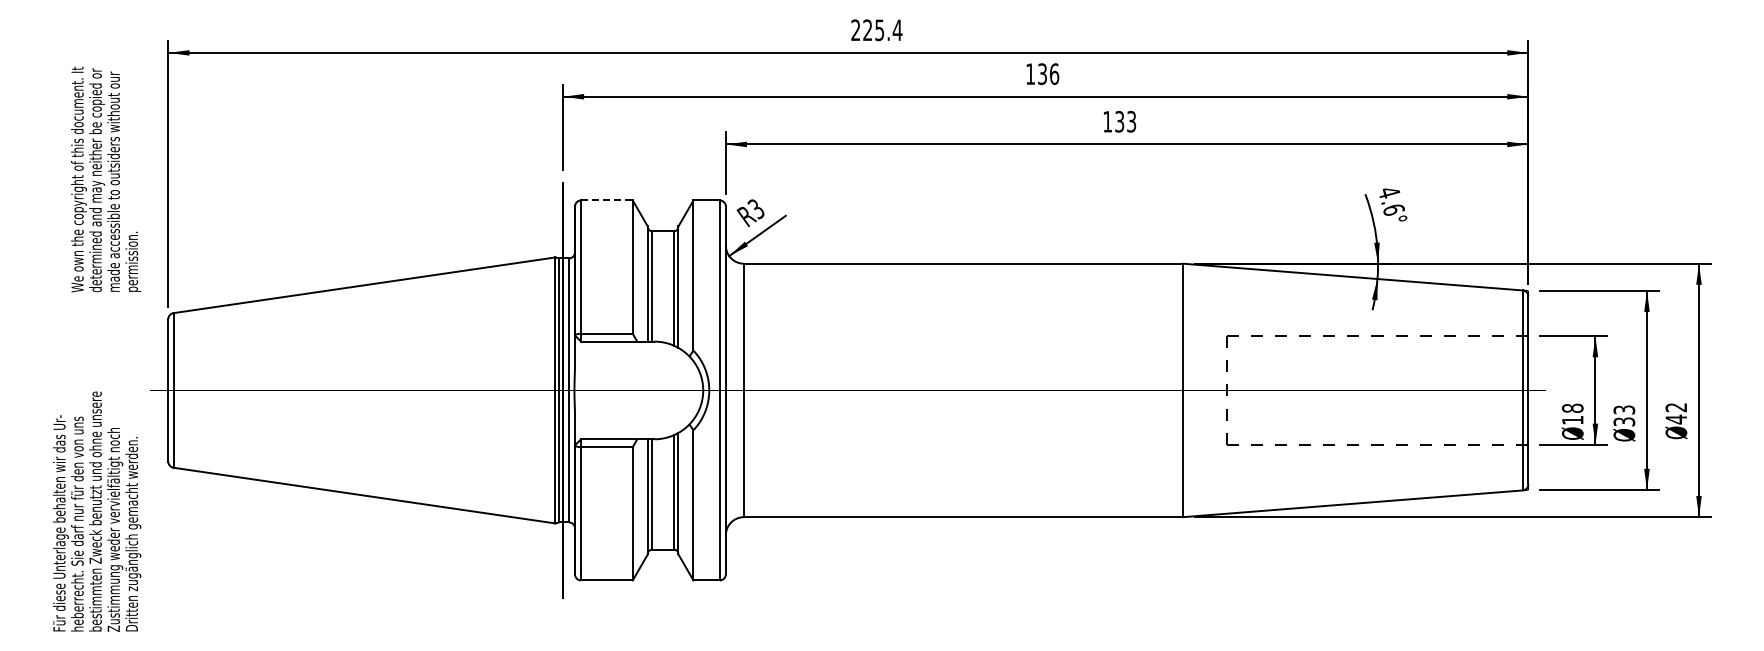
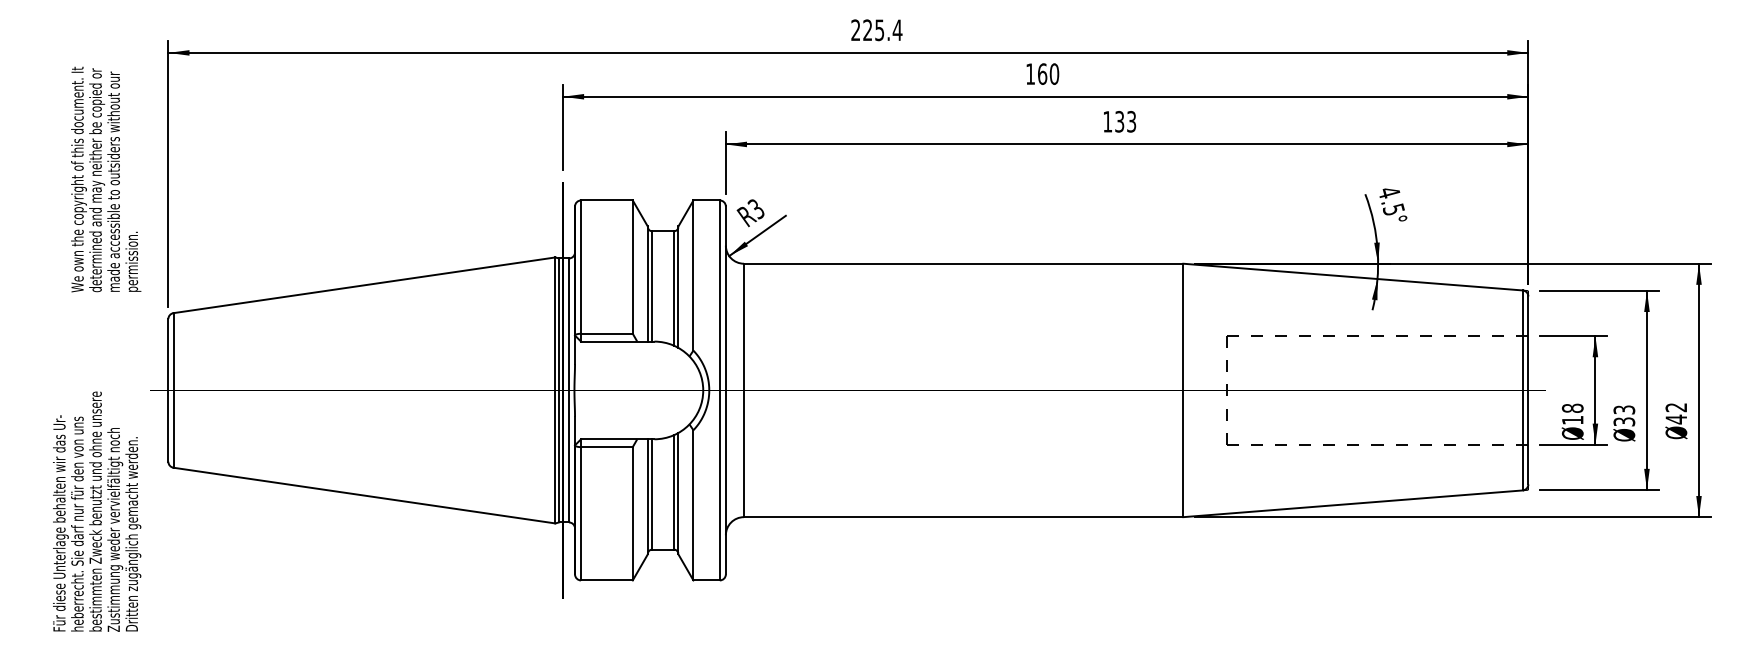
text at (1048, 73): 136 -> 160
line at (606, 200): dashed -> solid
text at (1393, 209): 4.6° -> 4.5°
